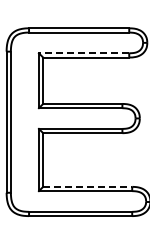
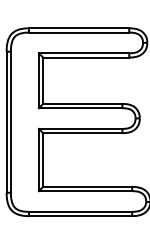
line at (83, 53): dashed -> solid
line at (87, 186): dashed -> solid
